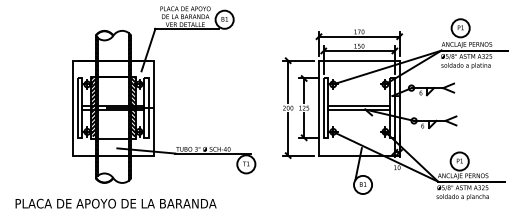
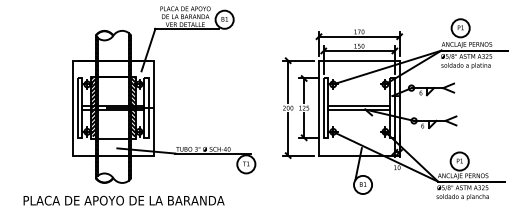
text at (115, 203) position: (115, 203) -> (123, 200)
